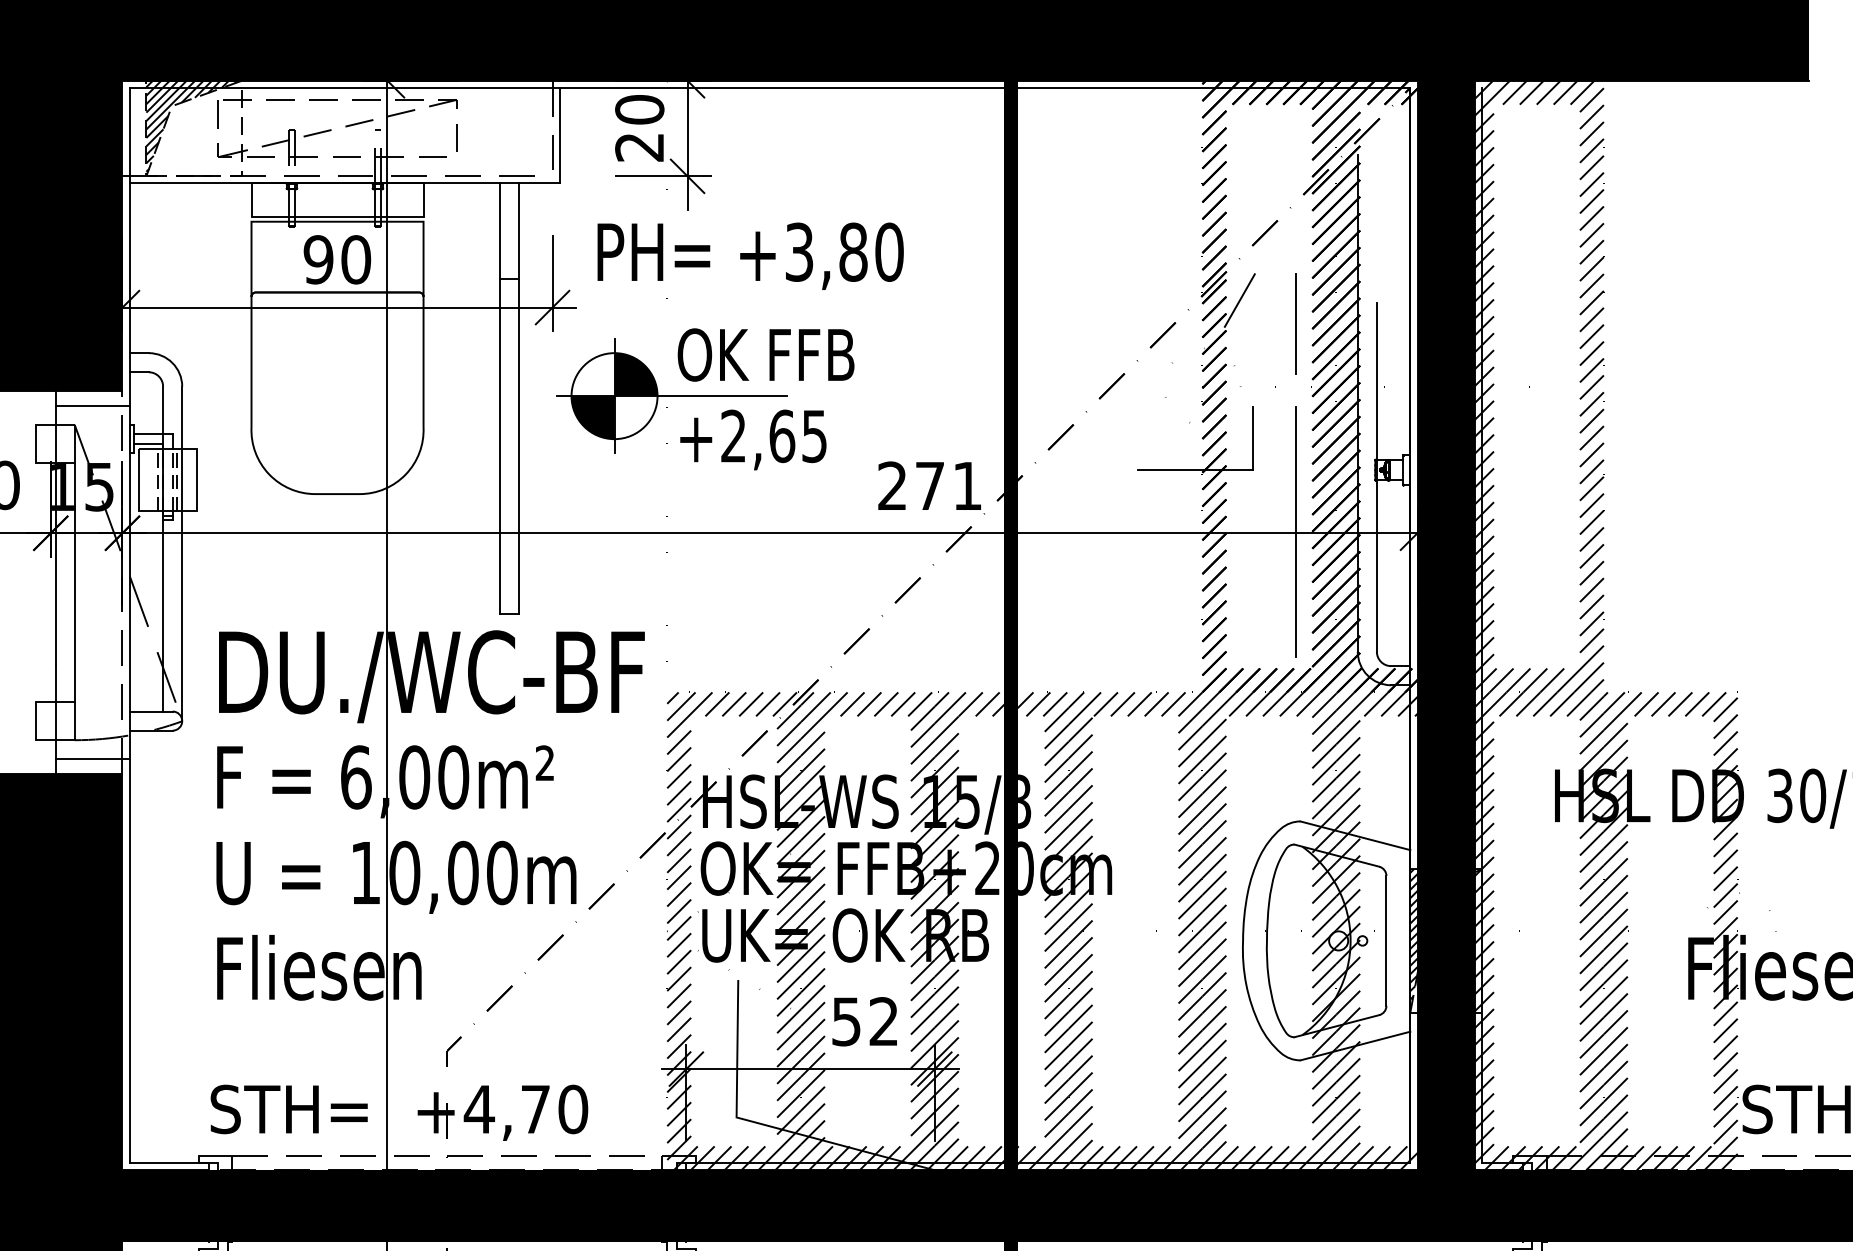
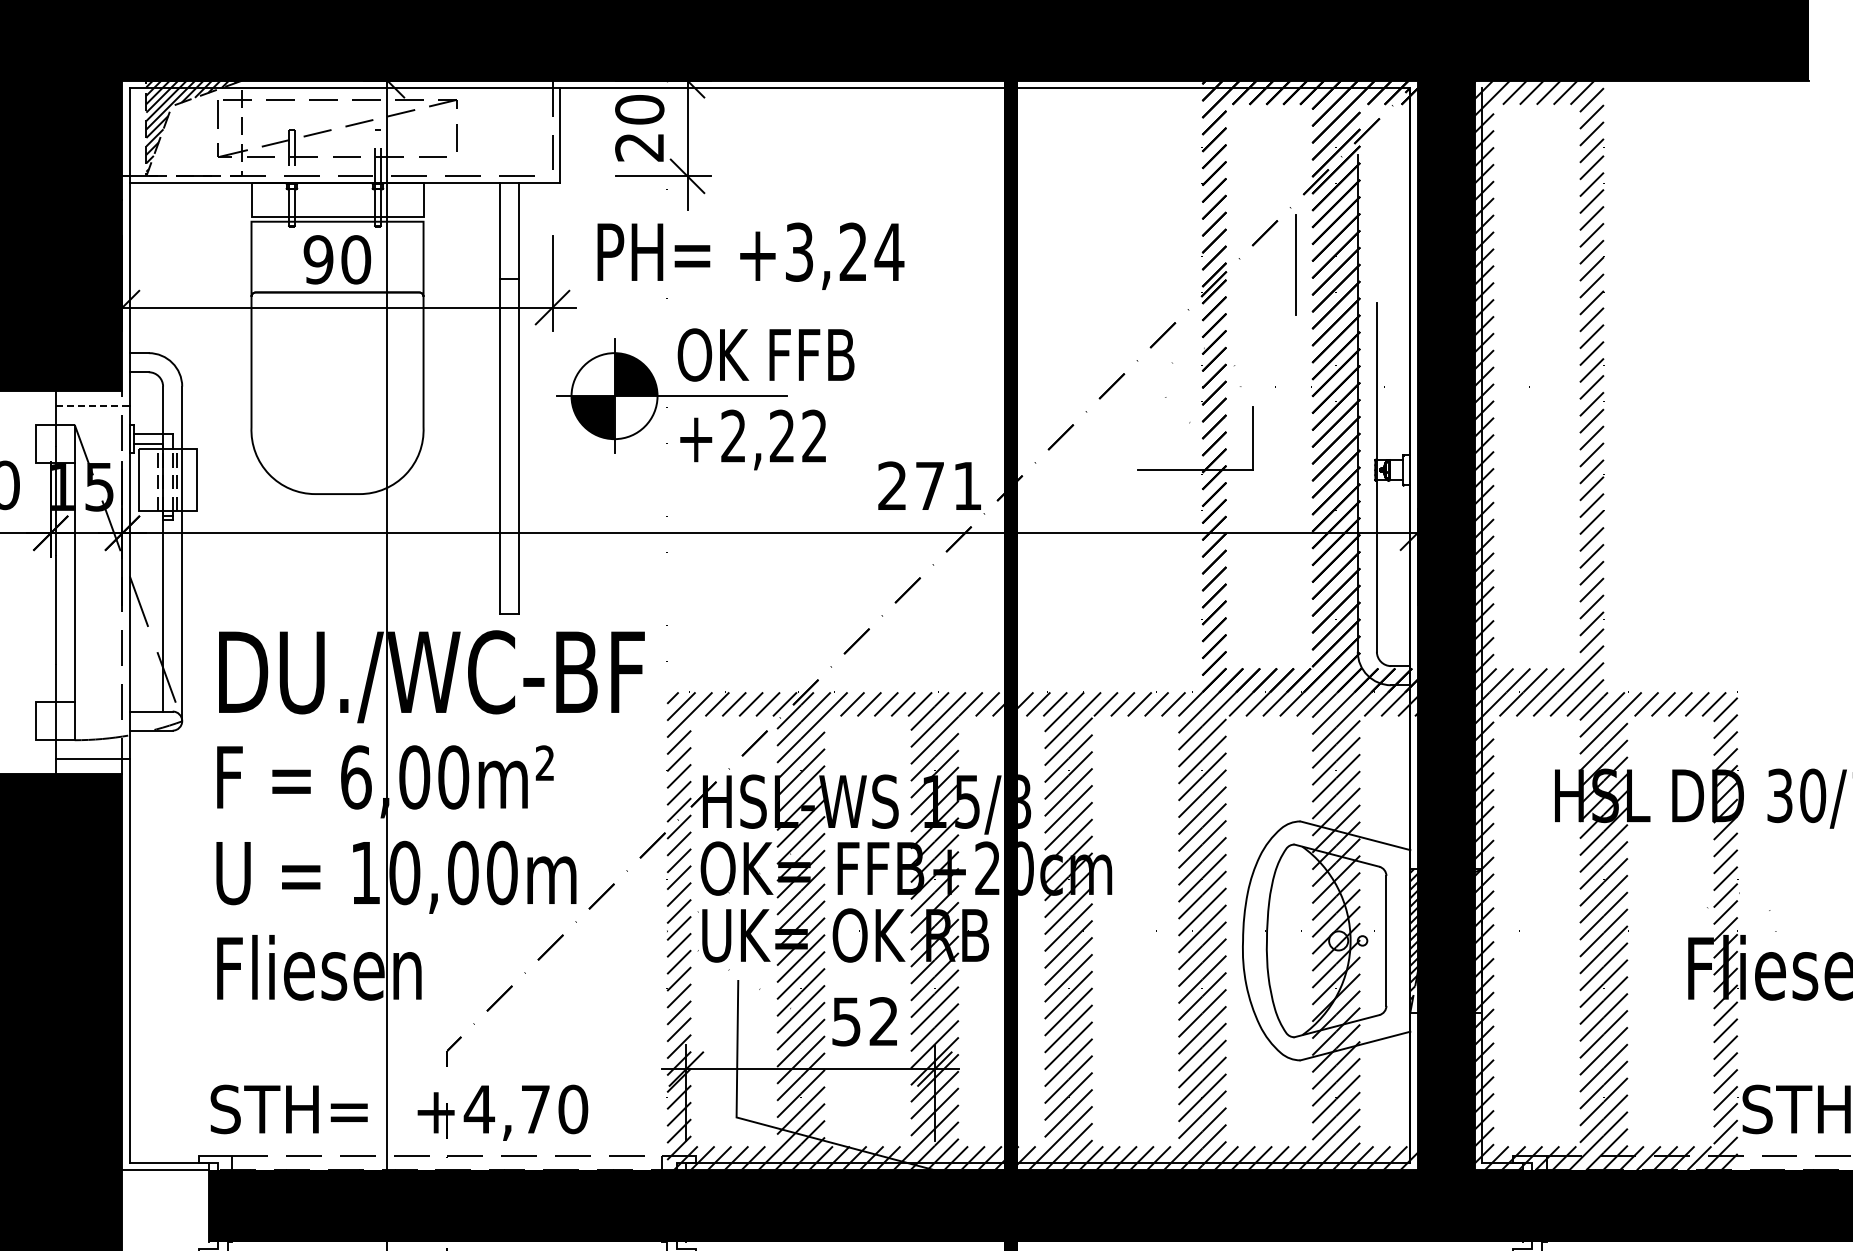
text at (871, 251): +3,80 -> +3,24
line at (1239, 300): present -> none
line at (1295, 323) position: (1295, 323) -> (1295, 264)
line at (93, 405): solid -> dashed
text at (797, 436): +2,65 -> +2,22
line at (1295, 531): present -> none
fill at (165, 1205): present -> none
